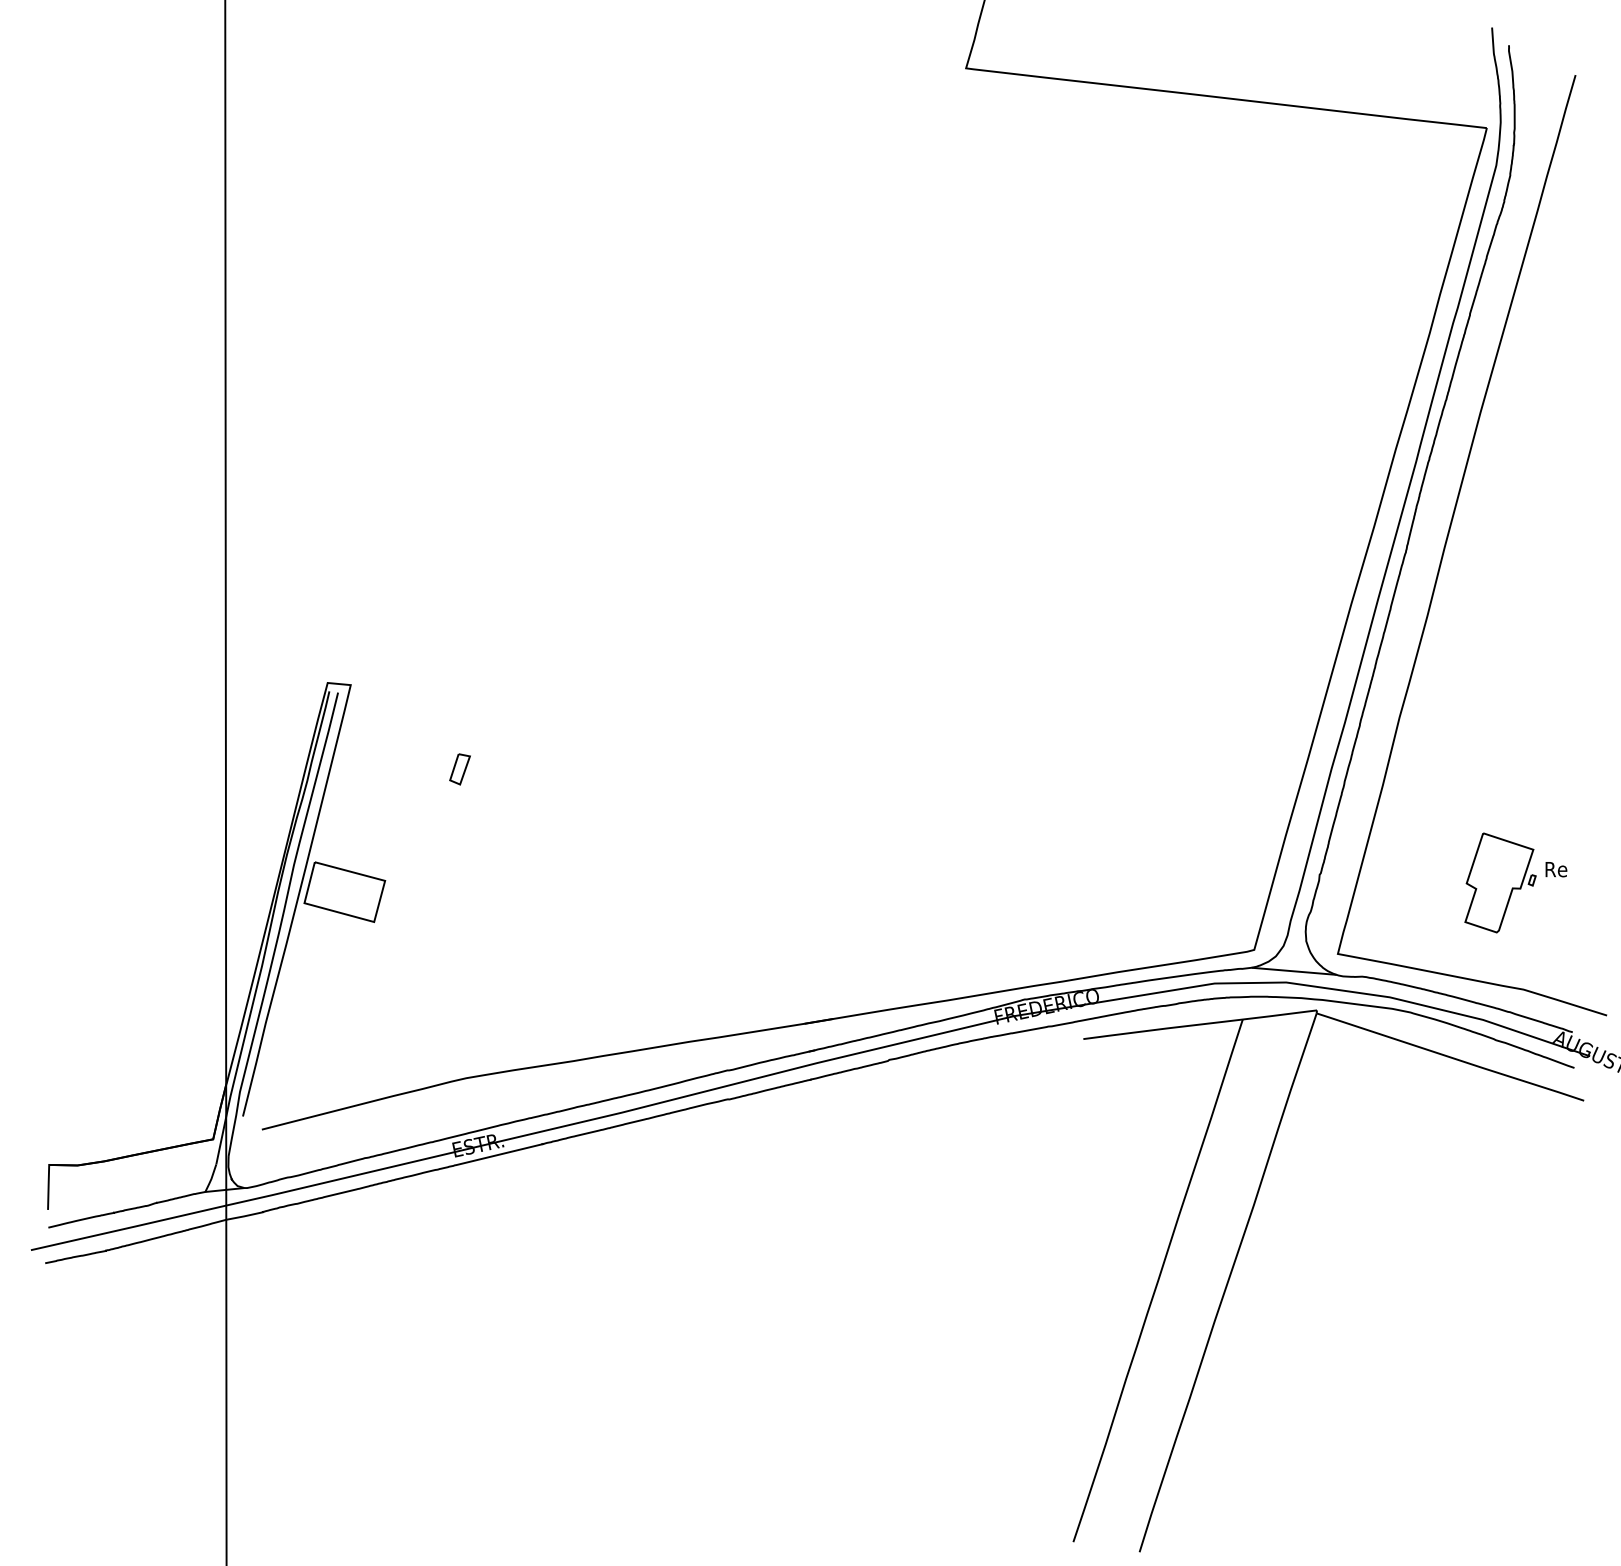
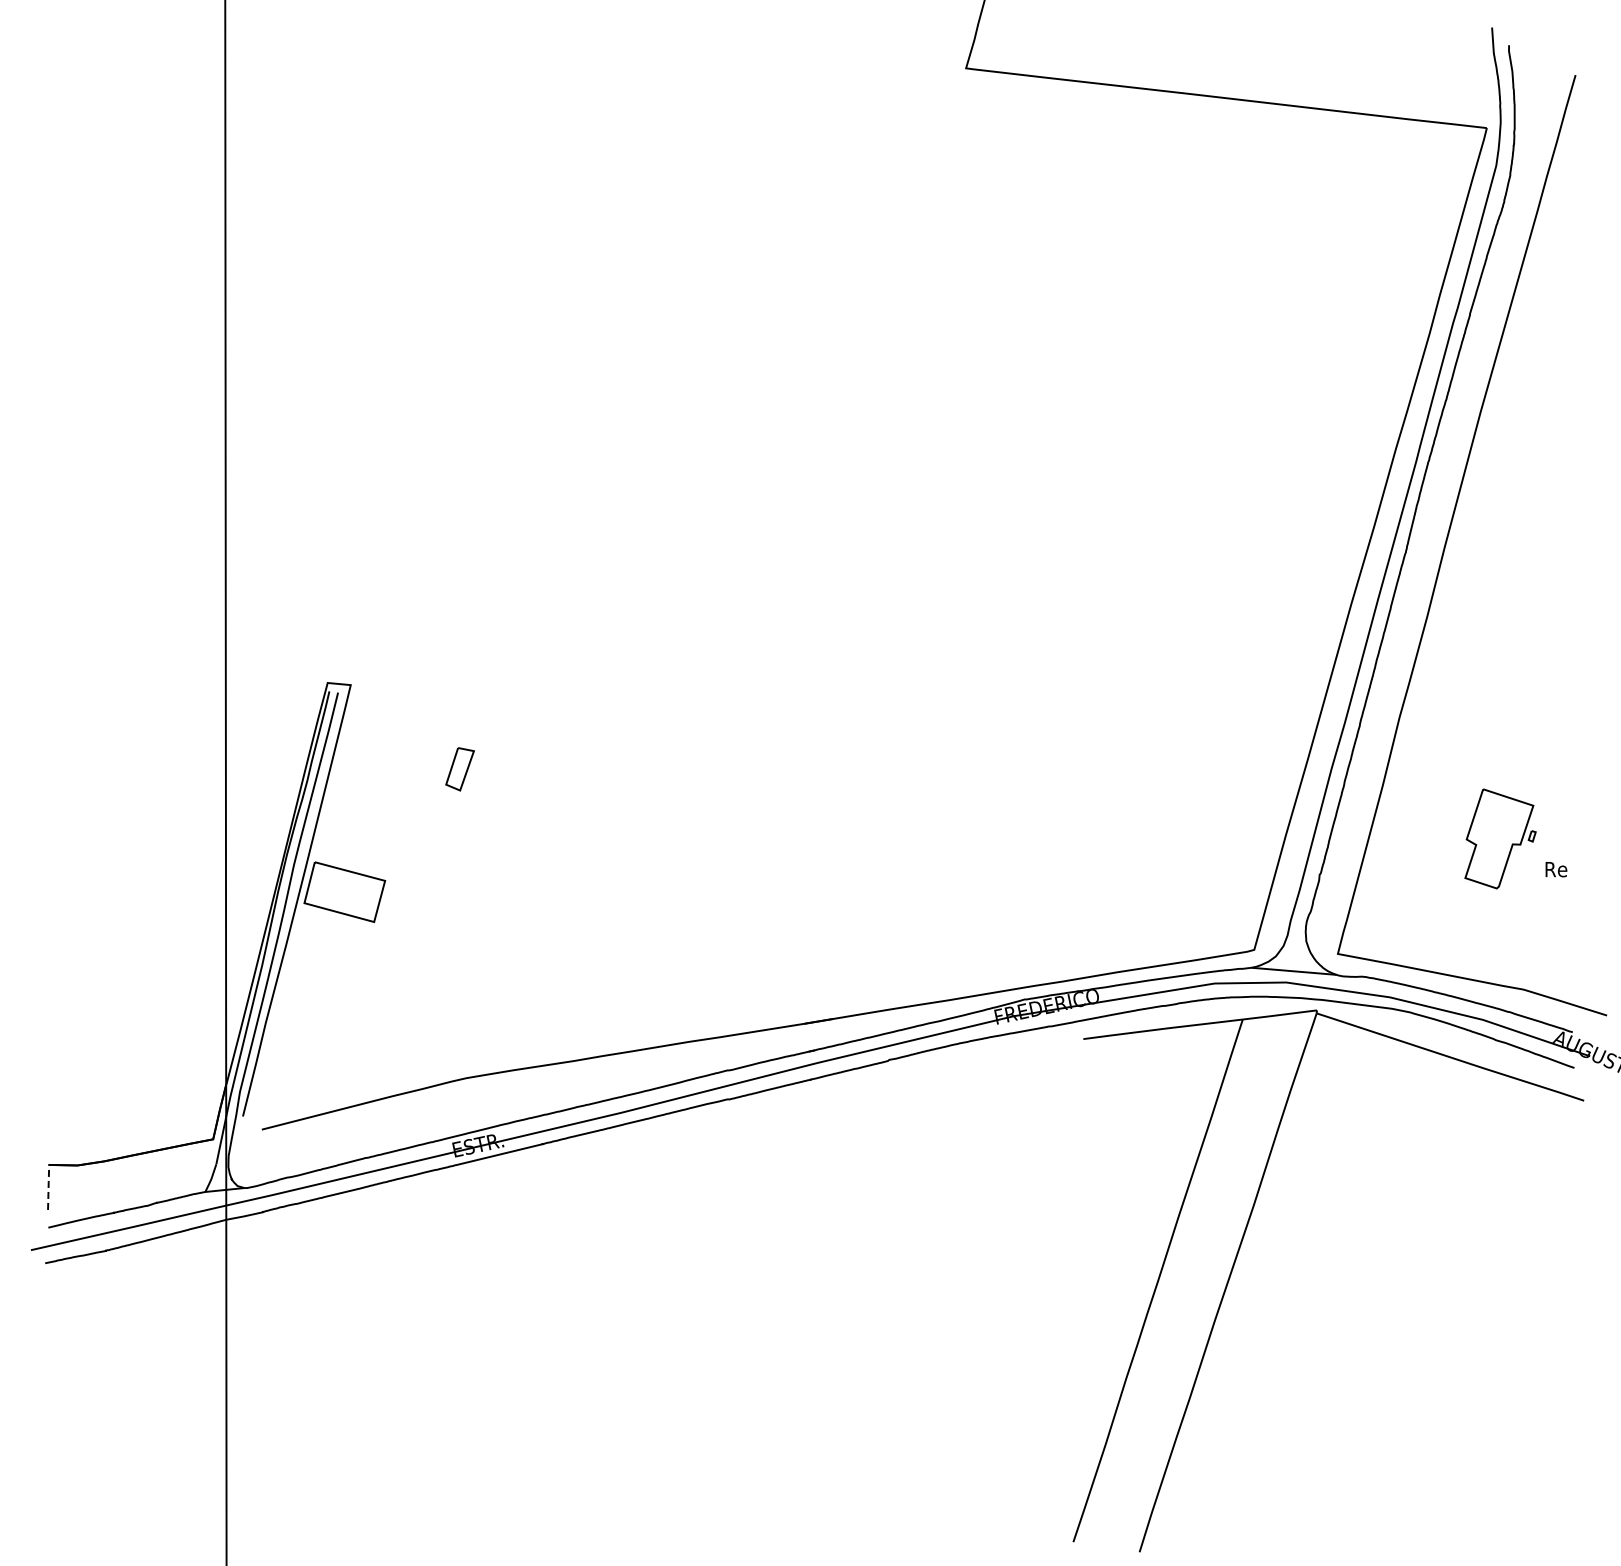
part at (459, 769) size: 22x33 px -> 30x45 px
part at (1500, 882) position: (1500, 882) -> (1500, 838)
line at (48, 1186): solid -> dashed
